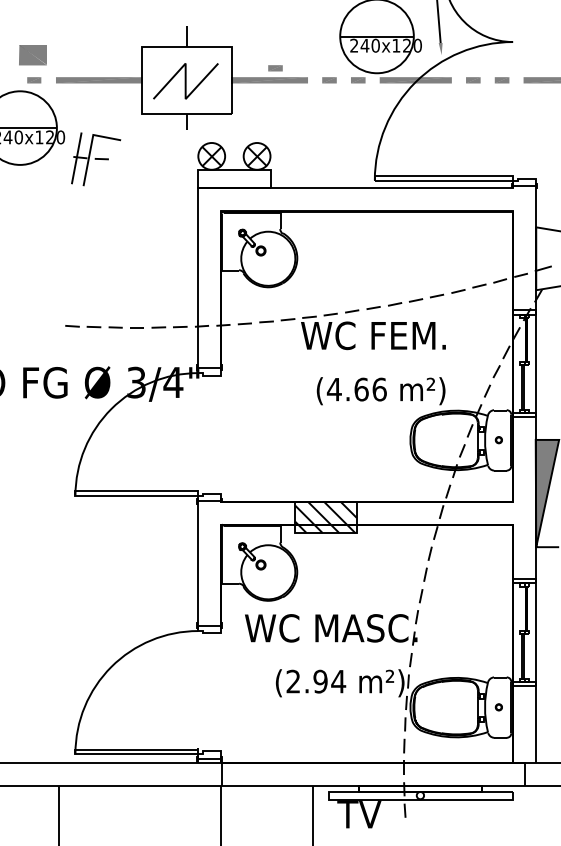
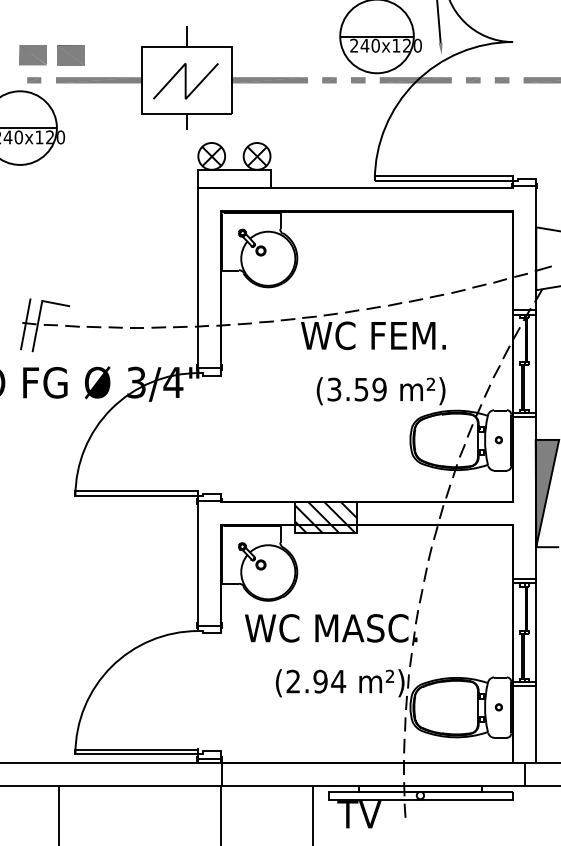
part at (70, 55): none -> present
part at (275, 68): present -> none
part at (96, 159) position: (96, 159) -> (45, 325)
text at (356, 389): (4.66 -> (3.59
